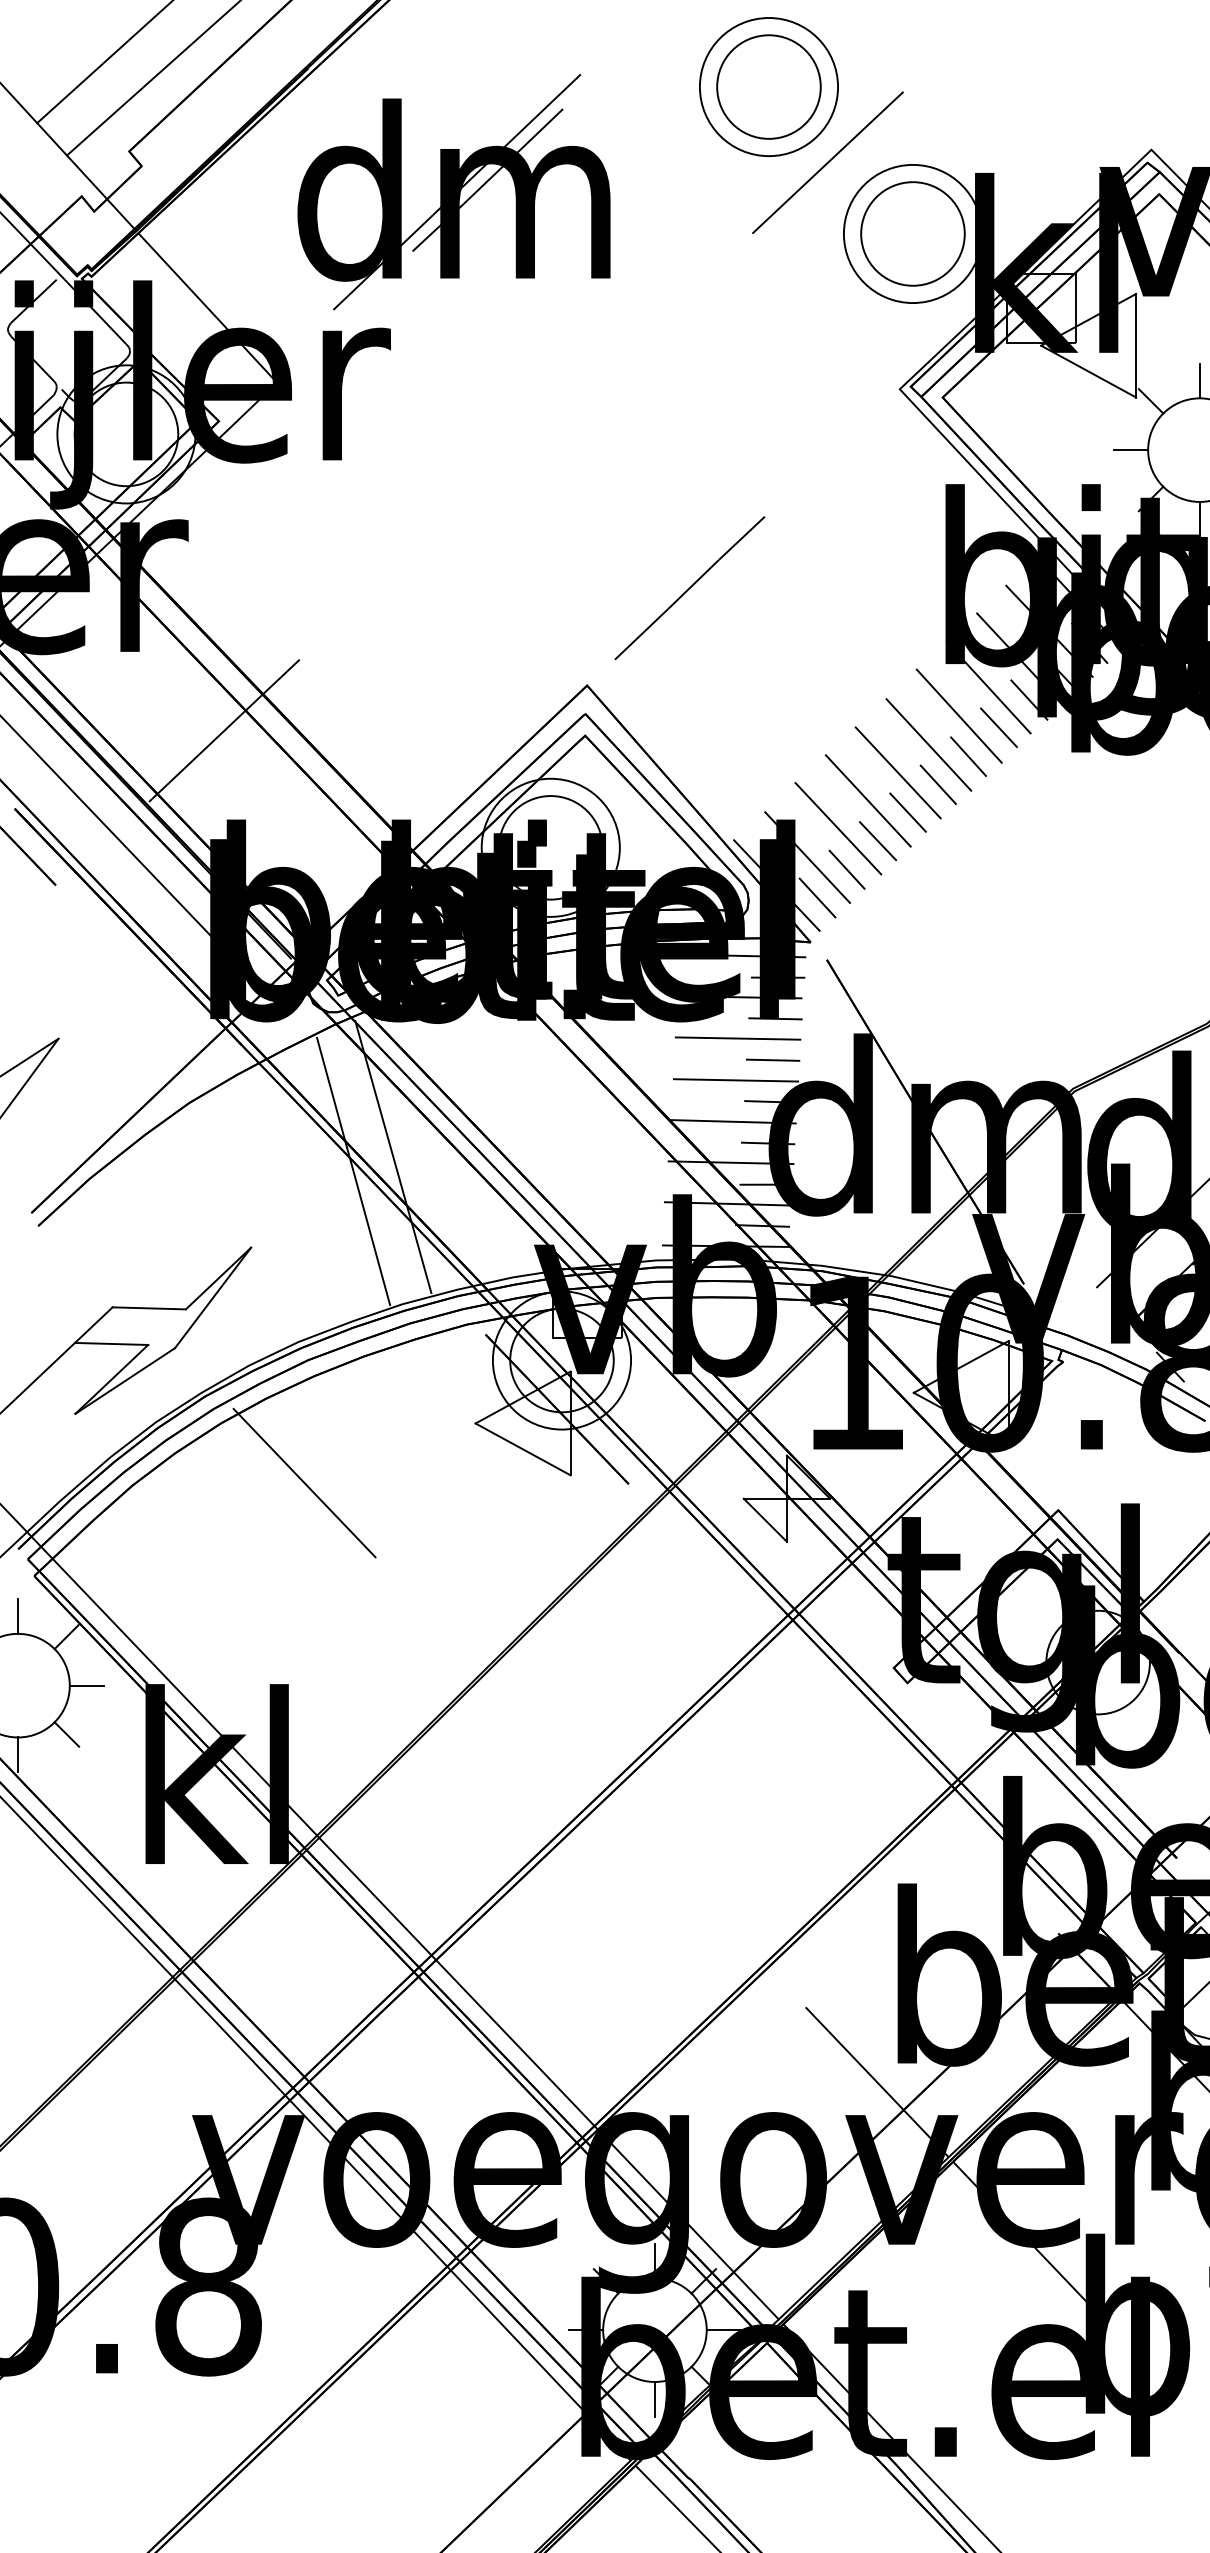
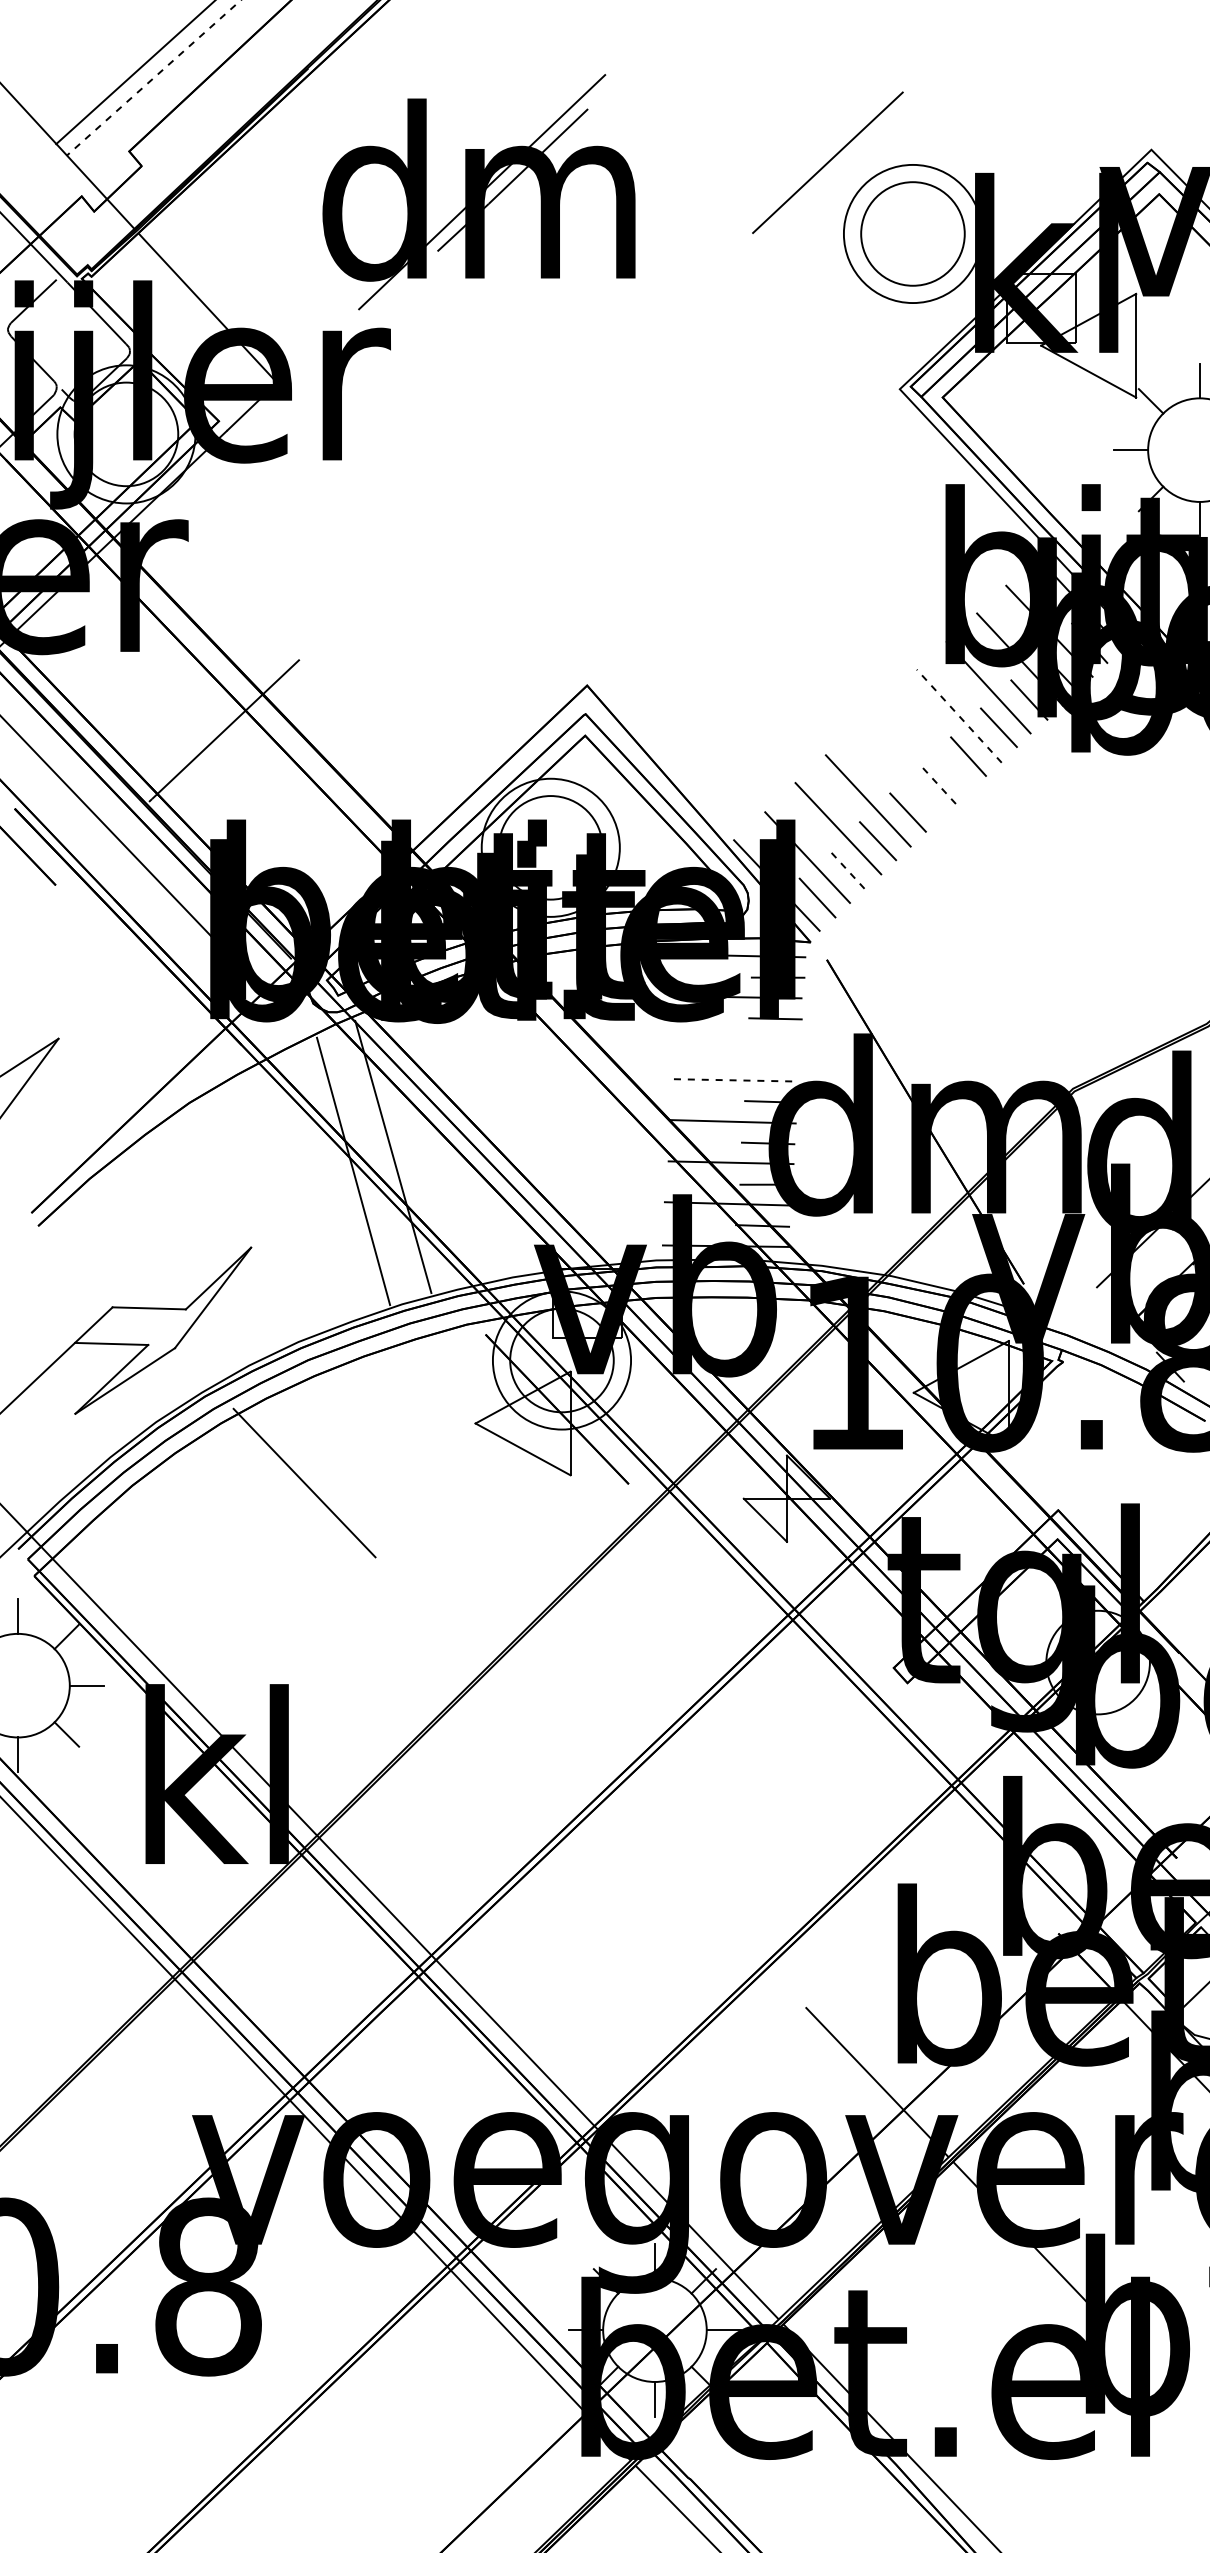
line at (103, 62) position: (103, 62) -> (134, 73)
line at (153, 78): solid -> dashed
part at (768, 86): present -> none
part at (453, 192) position: (453, 192) -> (478, 192)
line at (689, 588): present -> none
line at (959, 716): solid -> dashed
line at (928, 744): present -> none
line at (897, 772): present -> none
line at (938, 784): solid -> dashed
line at (847, 869): solid -> dashed
line at (737, 1038): present -> none
line at (772, 1059): present -> none
line at (736, 1080): solid -> dashed
